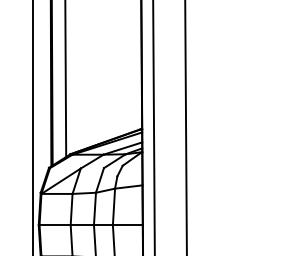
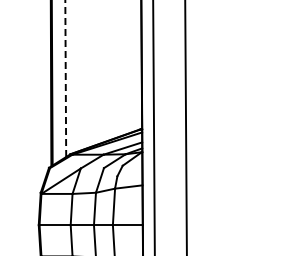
line at (65, 78): solid -> dashed
line at (33, 127): present -> none
